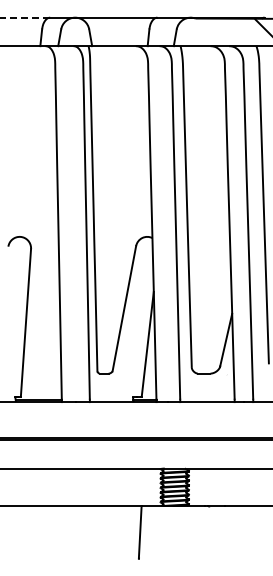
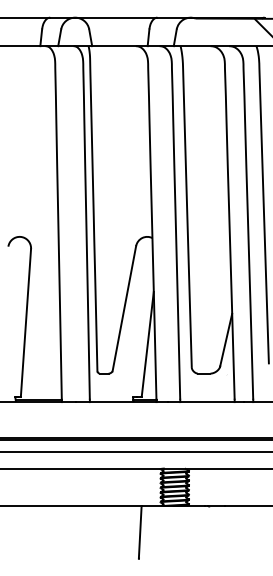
line at (25, 17): dashed -> solid
line at (135, 451): none -> present
